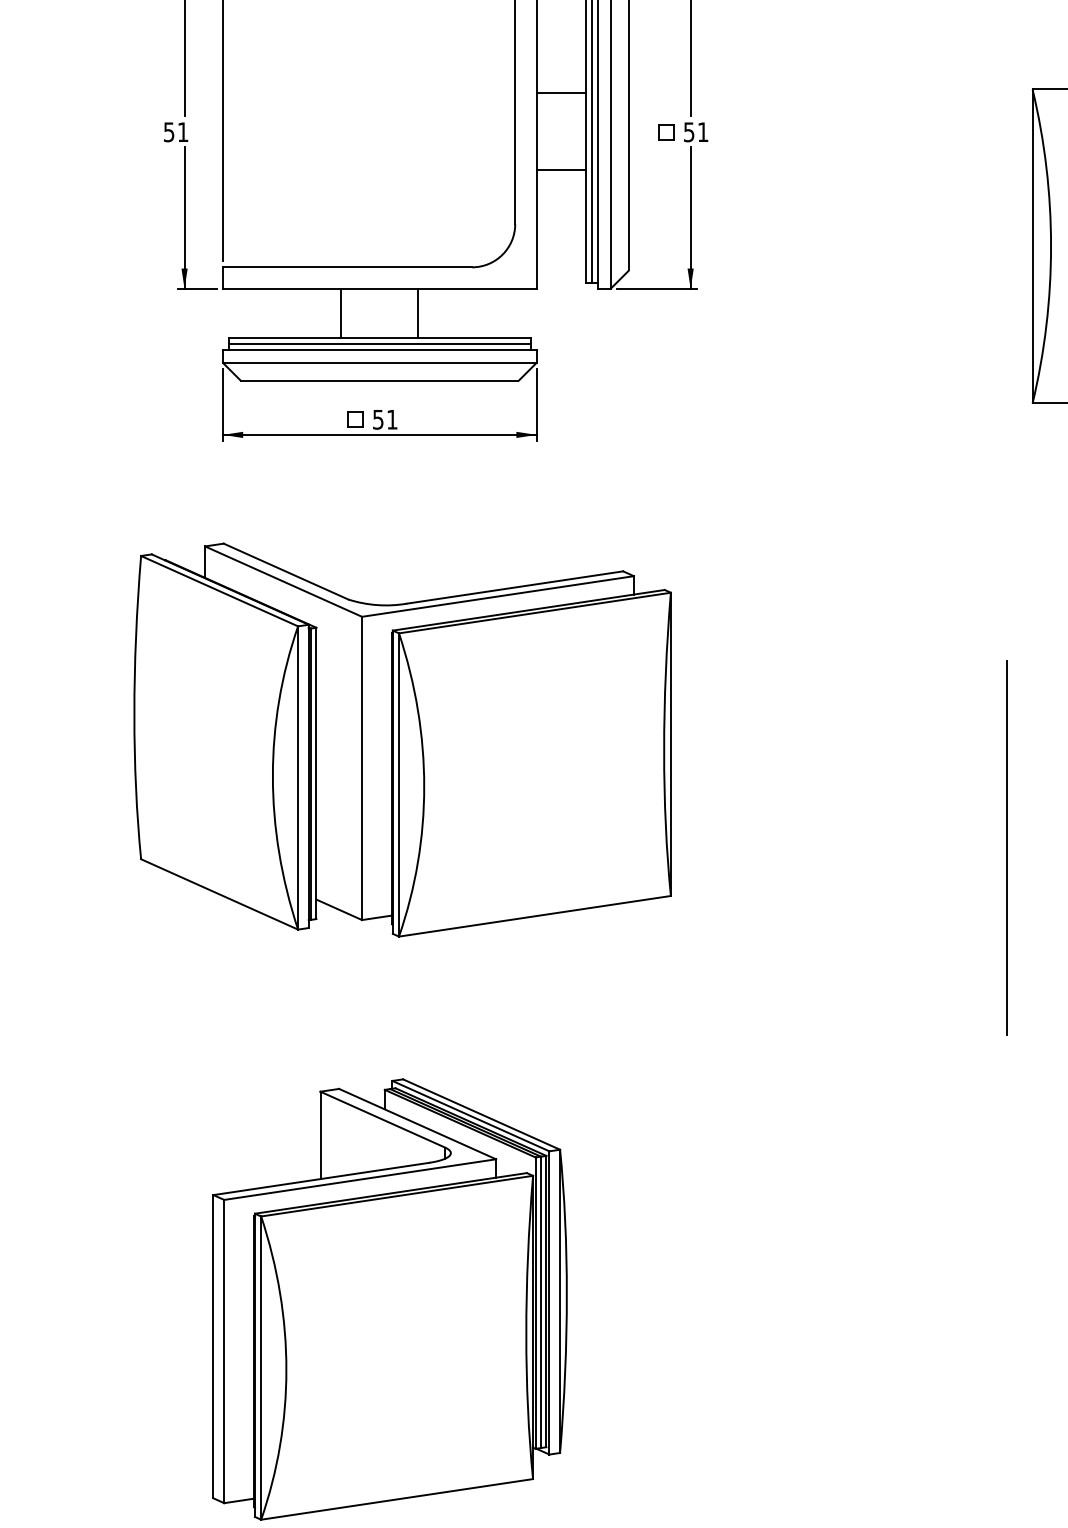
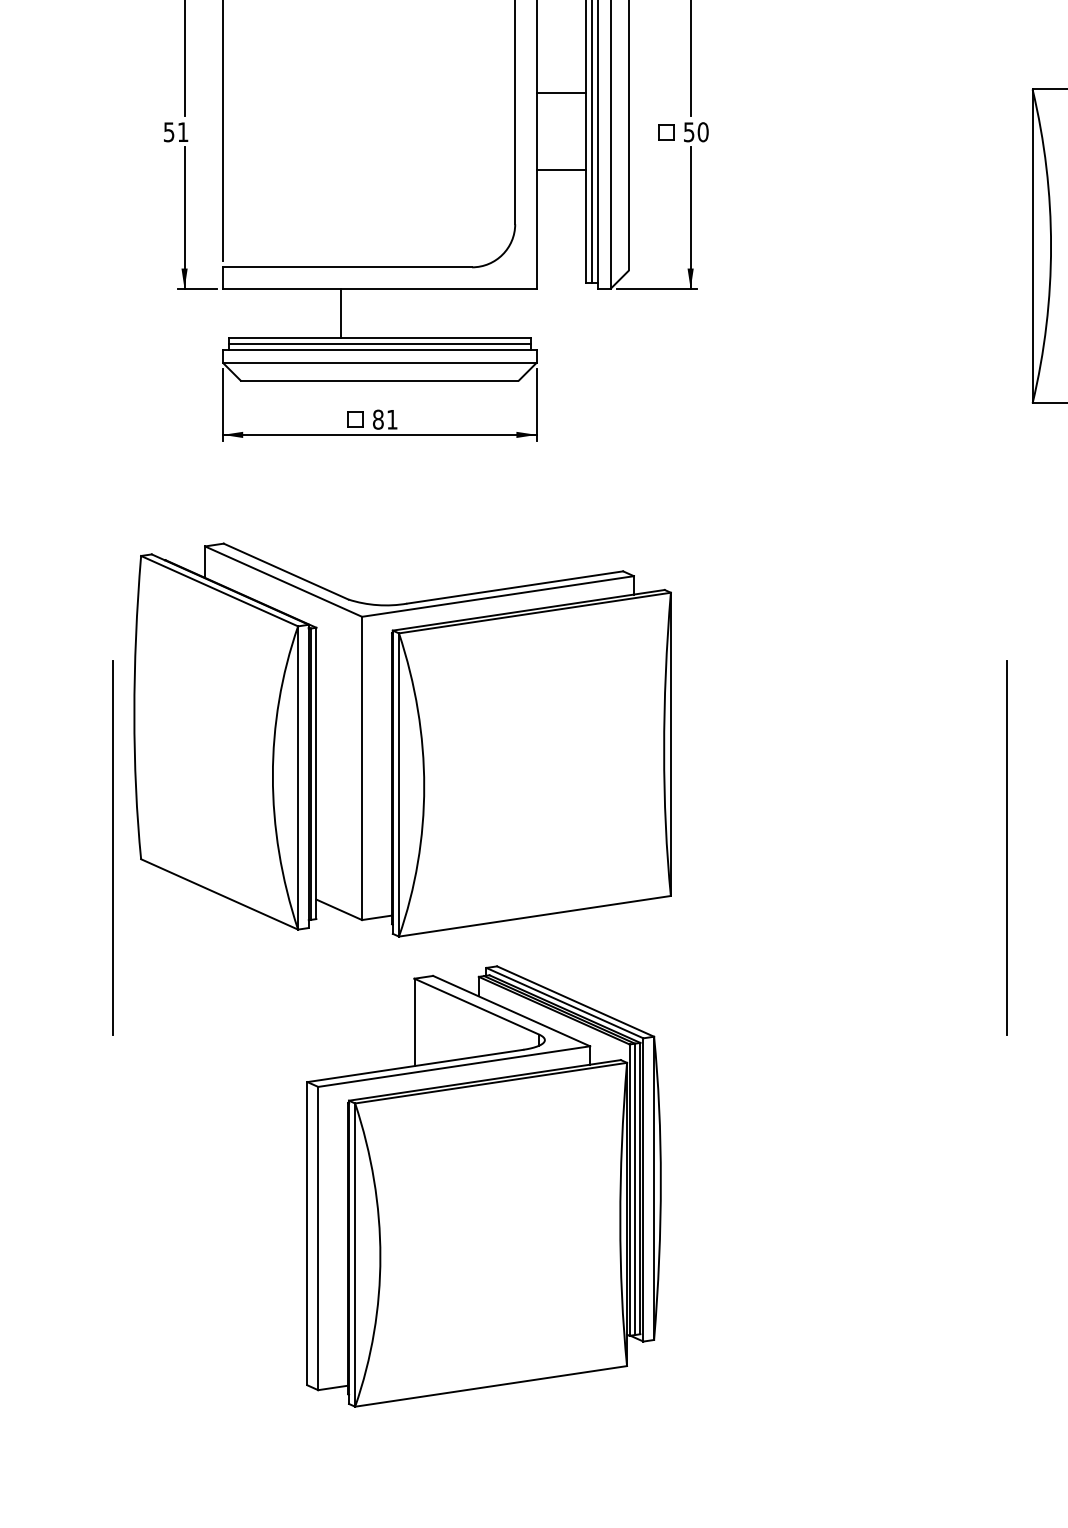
text at (702, 132): 51 -> 50
line at (418, 313): present -> none
text at (378, 419): 51 -> 81
line at (112, 847): none -> present
part at (389, 1299) position: (389, 1299) -> (483, 1186)
